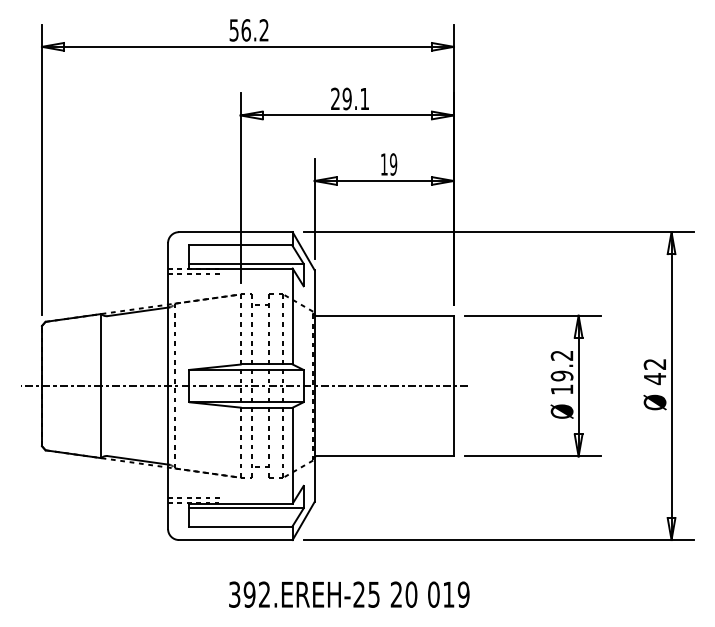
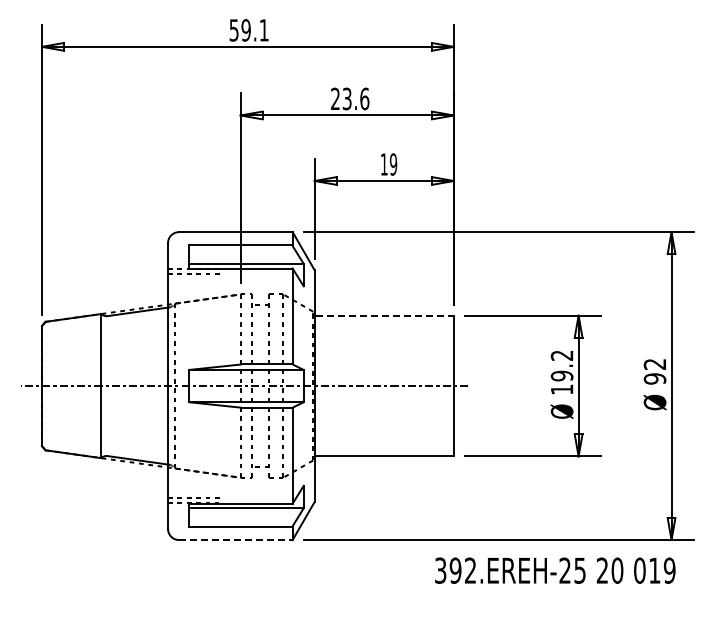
text at (254, 30): 56.2 -> 59.1
text at (355, 98): 29.1 -> 23.6
line at (385, 315): solid -> dashed
text at (654, 379): 42 -> 92
line at (235, 540): solid -> dashed
text at (349, 594) position: (349, 594) -> (555, 570)
